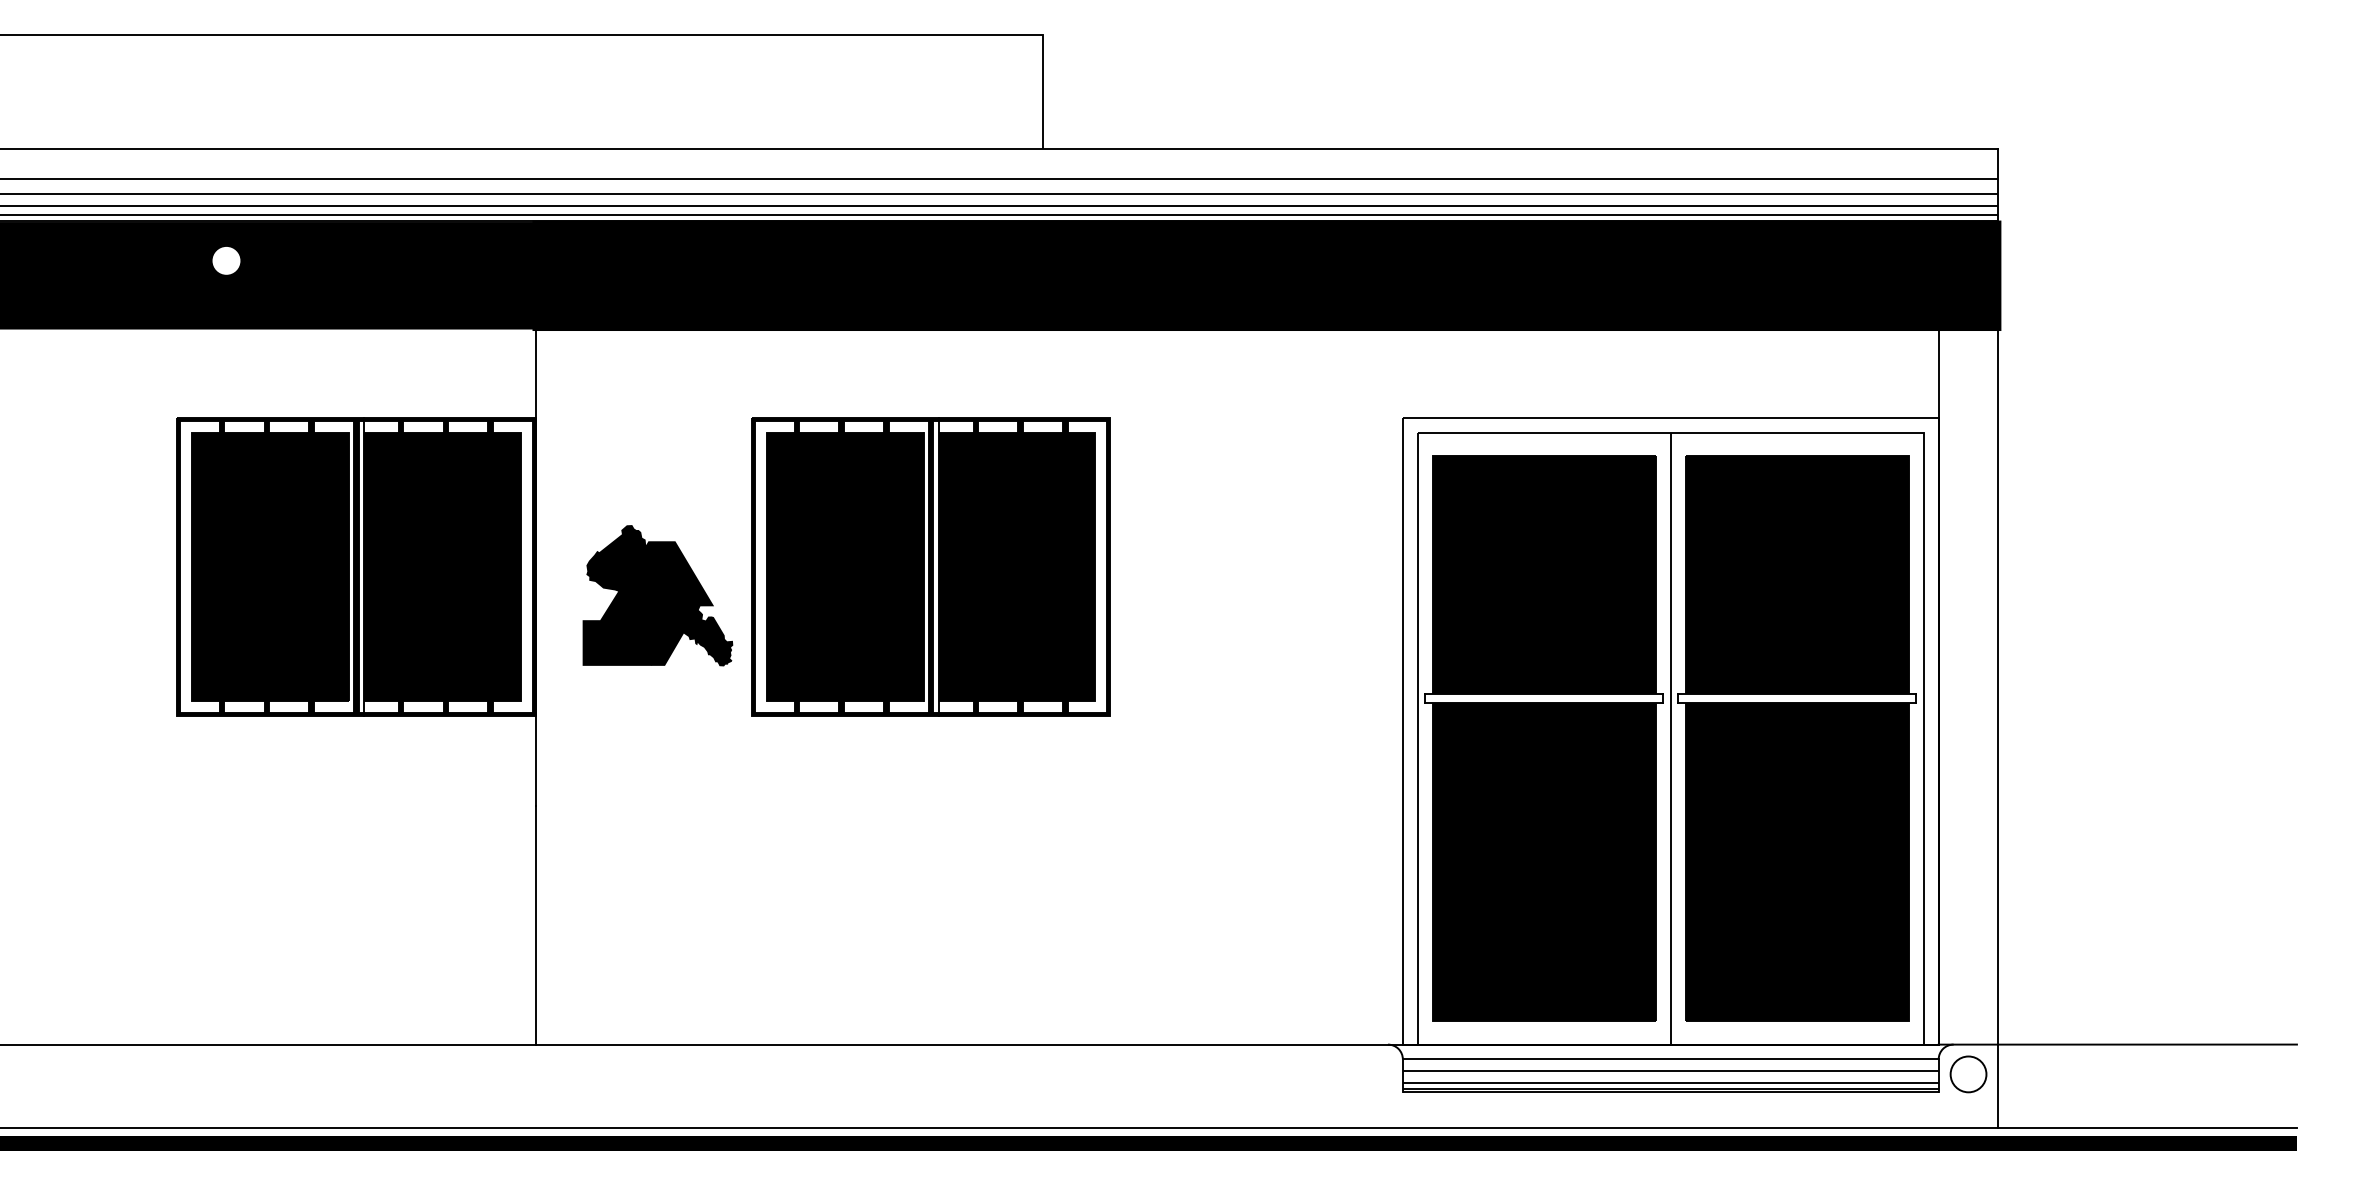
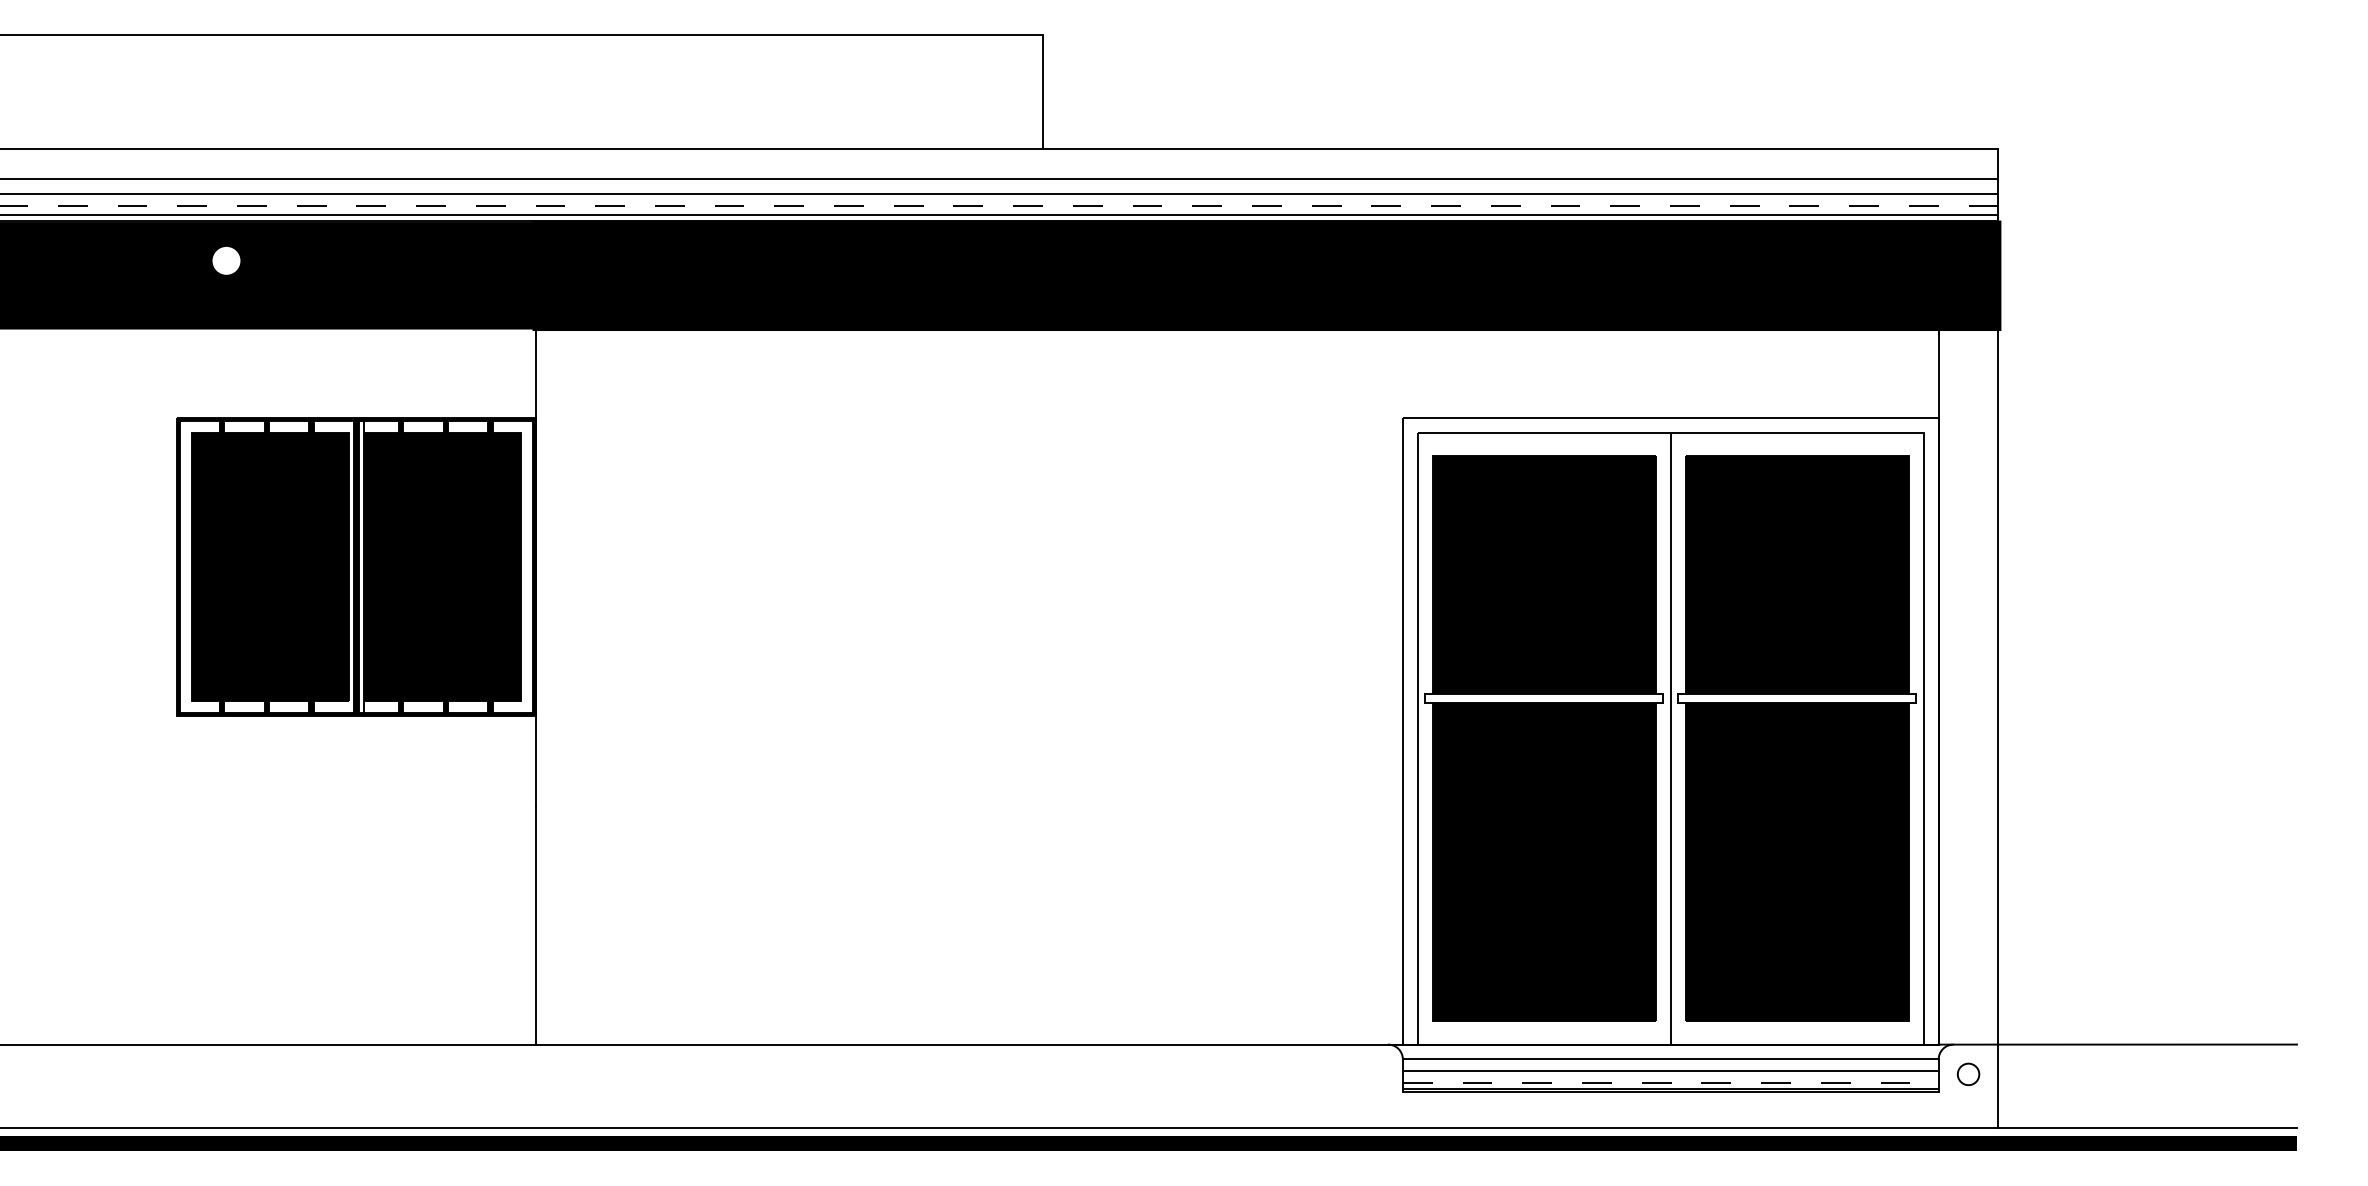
line at (999, 205): solid -> dashed
part at (930, 566): present -> none
part at (657, 595): present -> none
circle at (1968, 1074) diameter: 36 px -> 21 px
line at (1670, 1083): solid -> dashed
